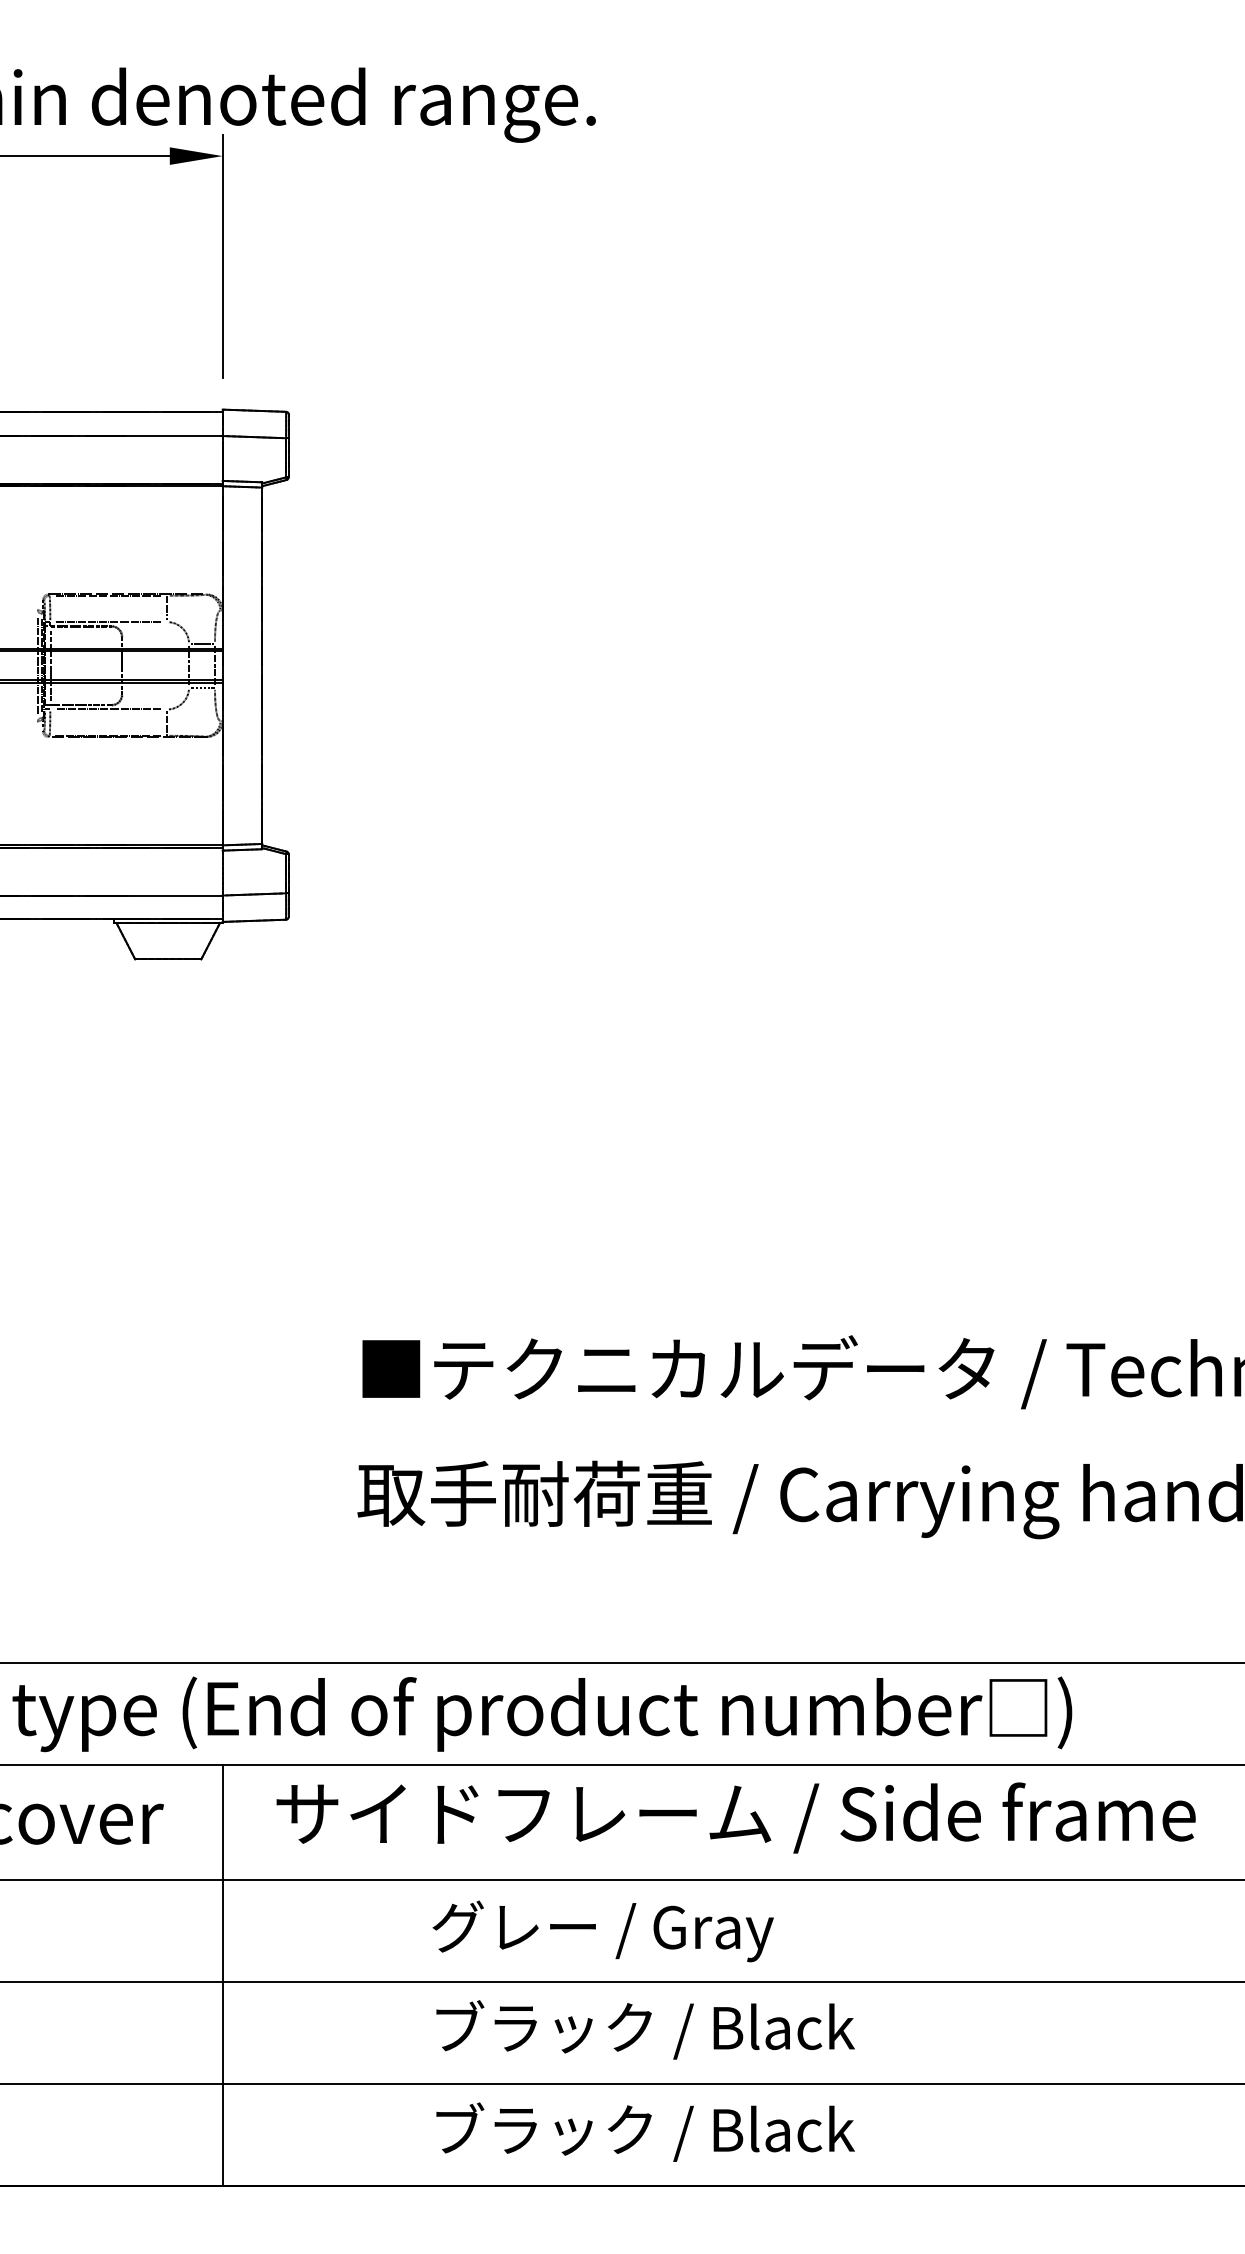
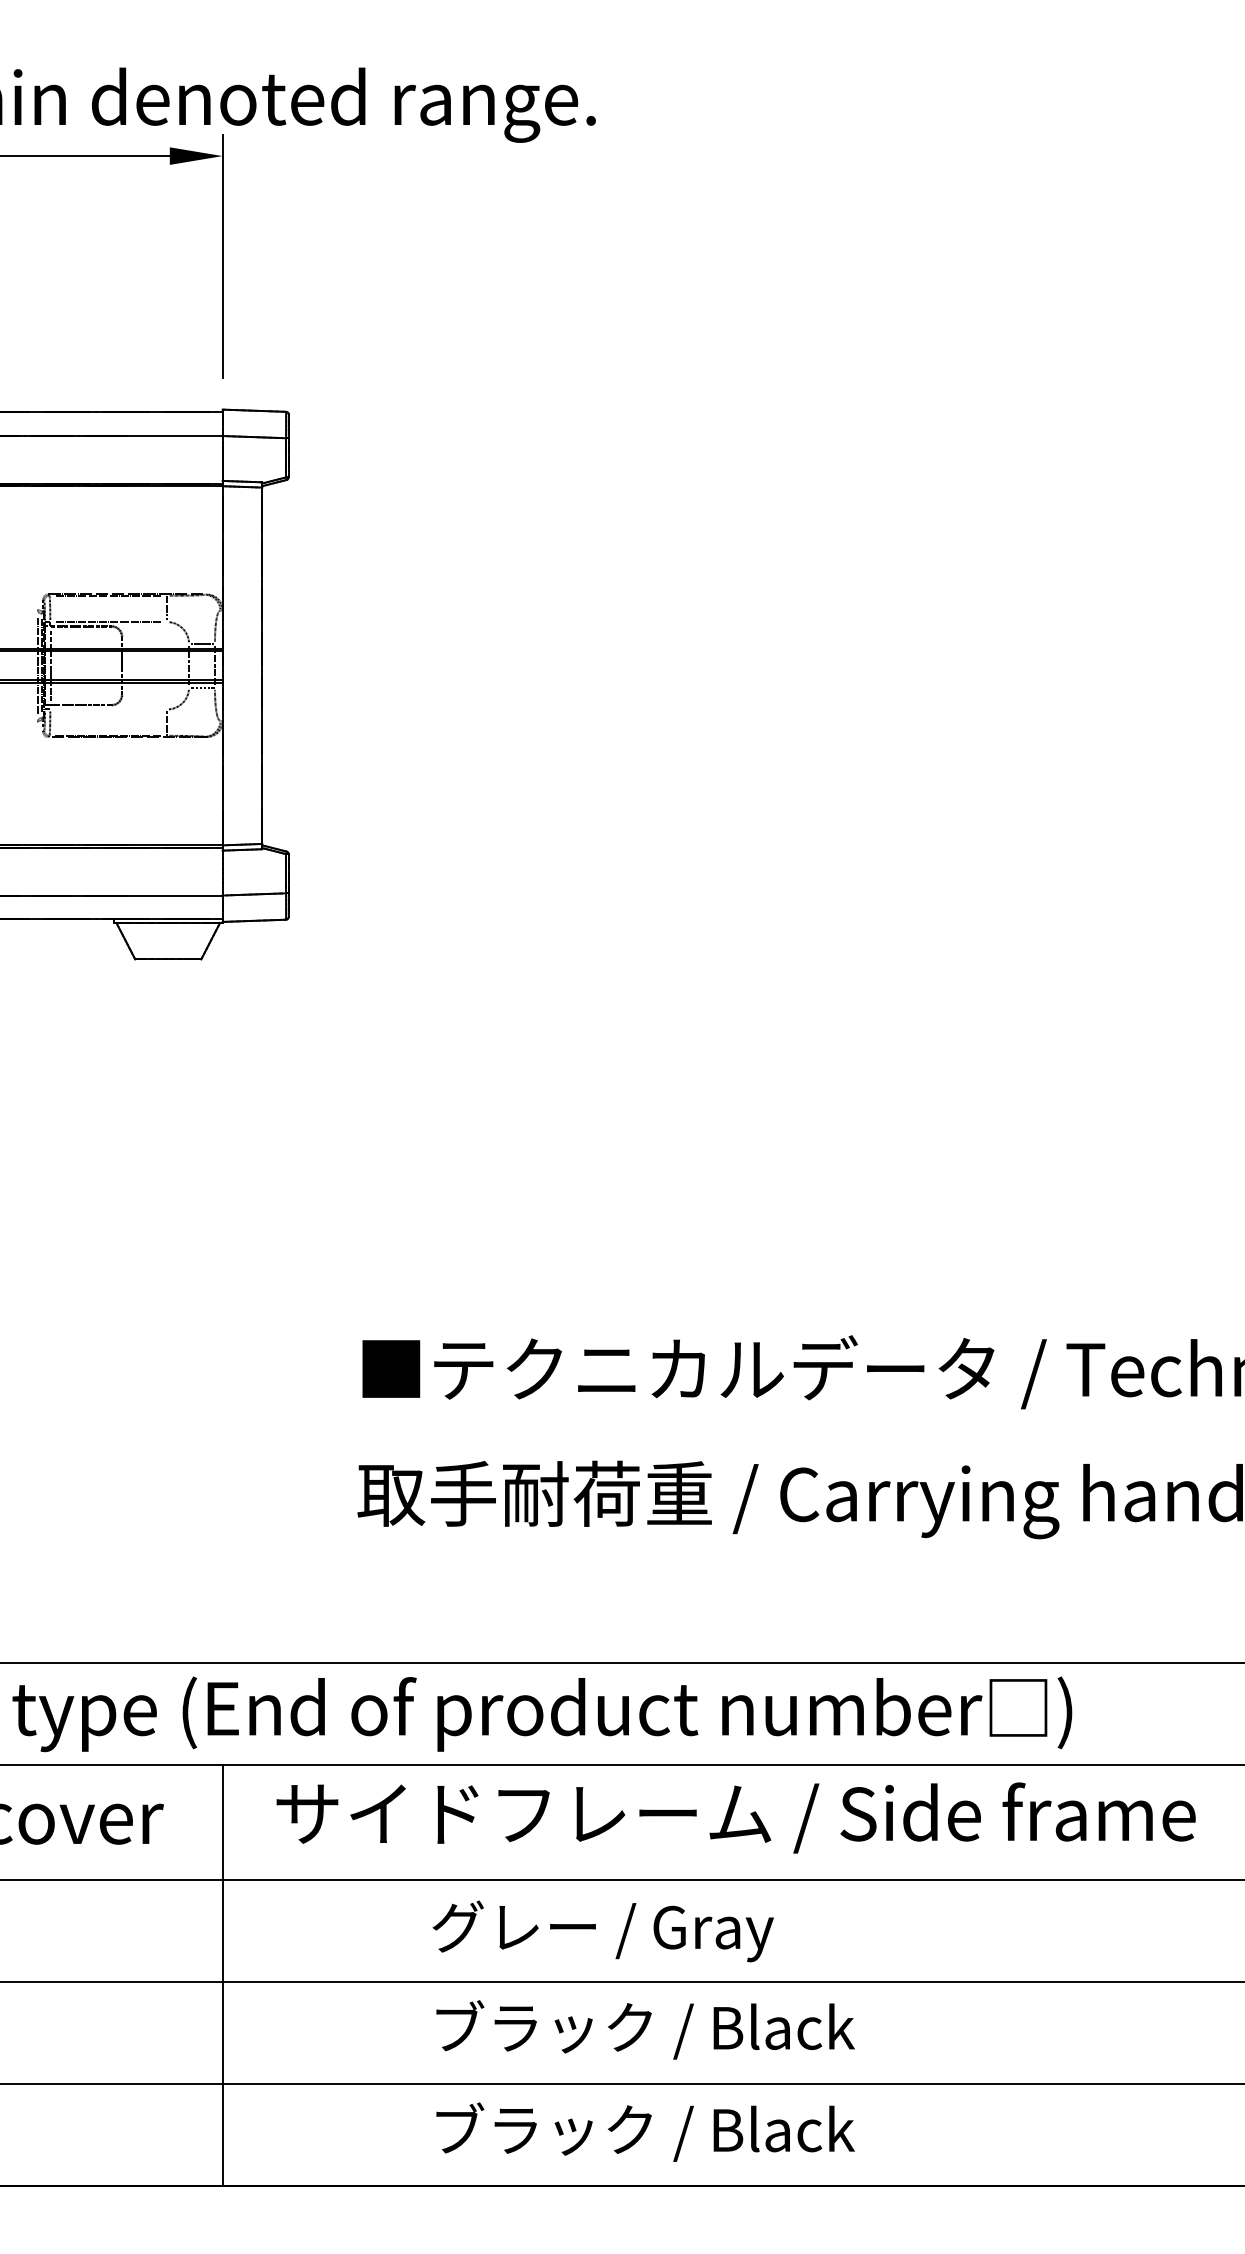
line at (108, 709): present -> none
